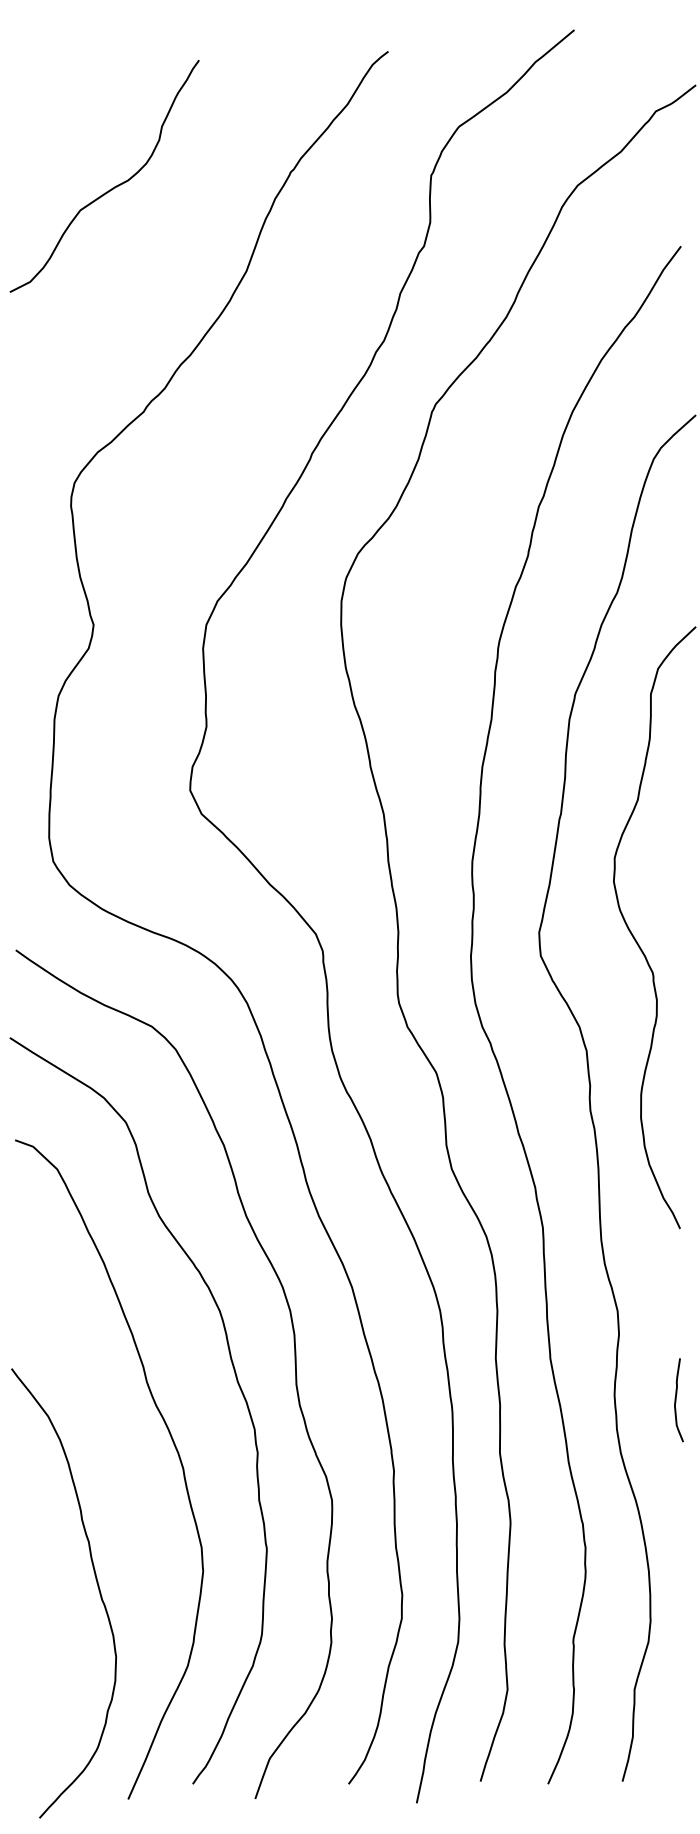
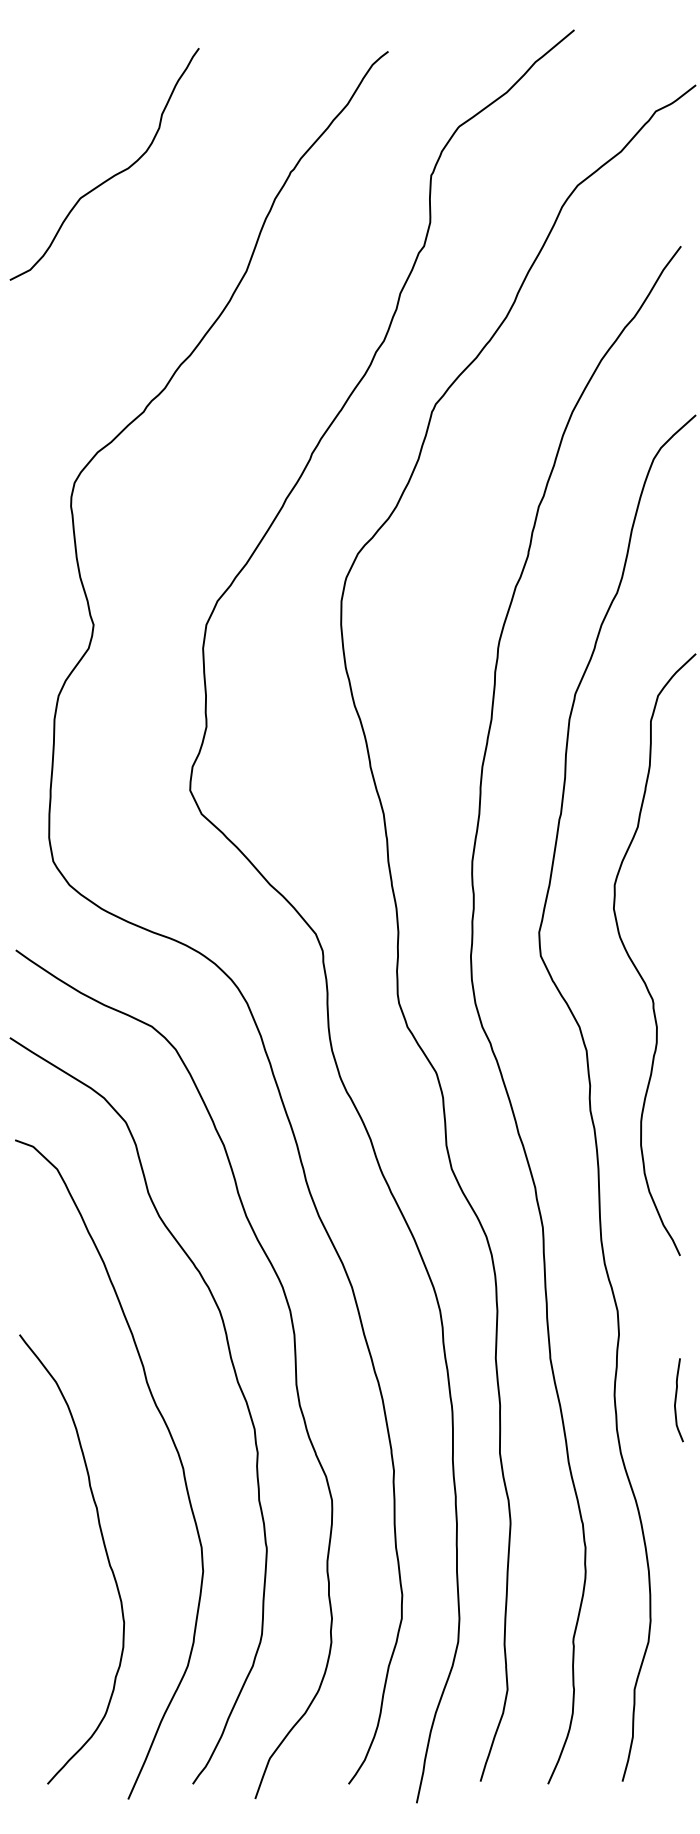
curve at (112, 187) position: (112, 187) -> (112, 175)
curve at (636, 939) position: (636, 939) -> (636, 966)
curve at (96, 1583) position: (96, 1583) -> (104, 1549)
